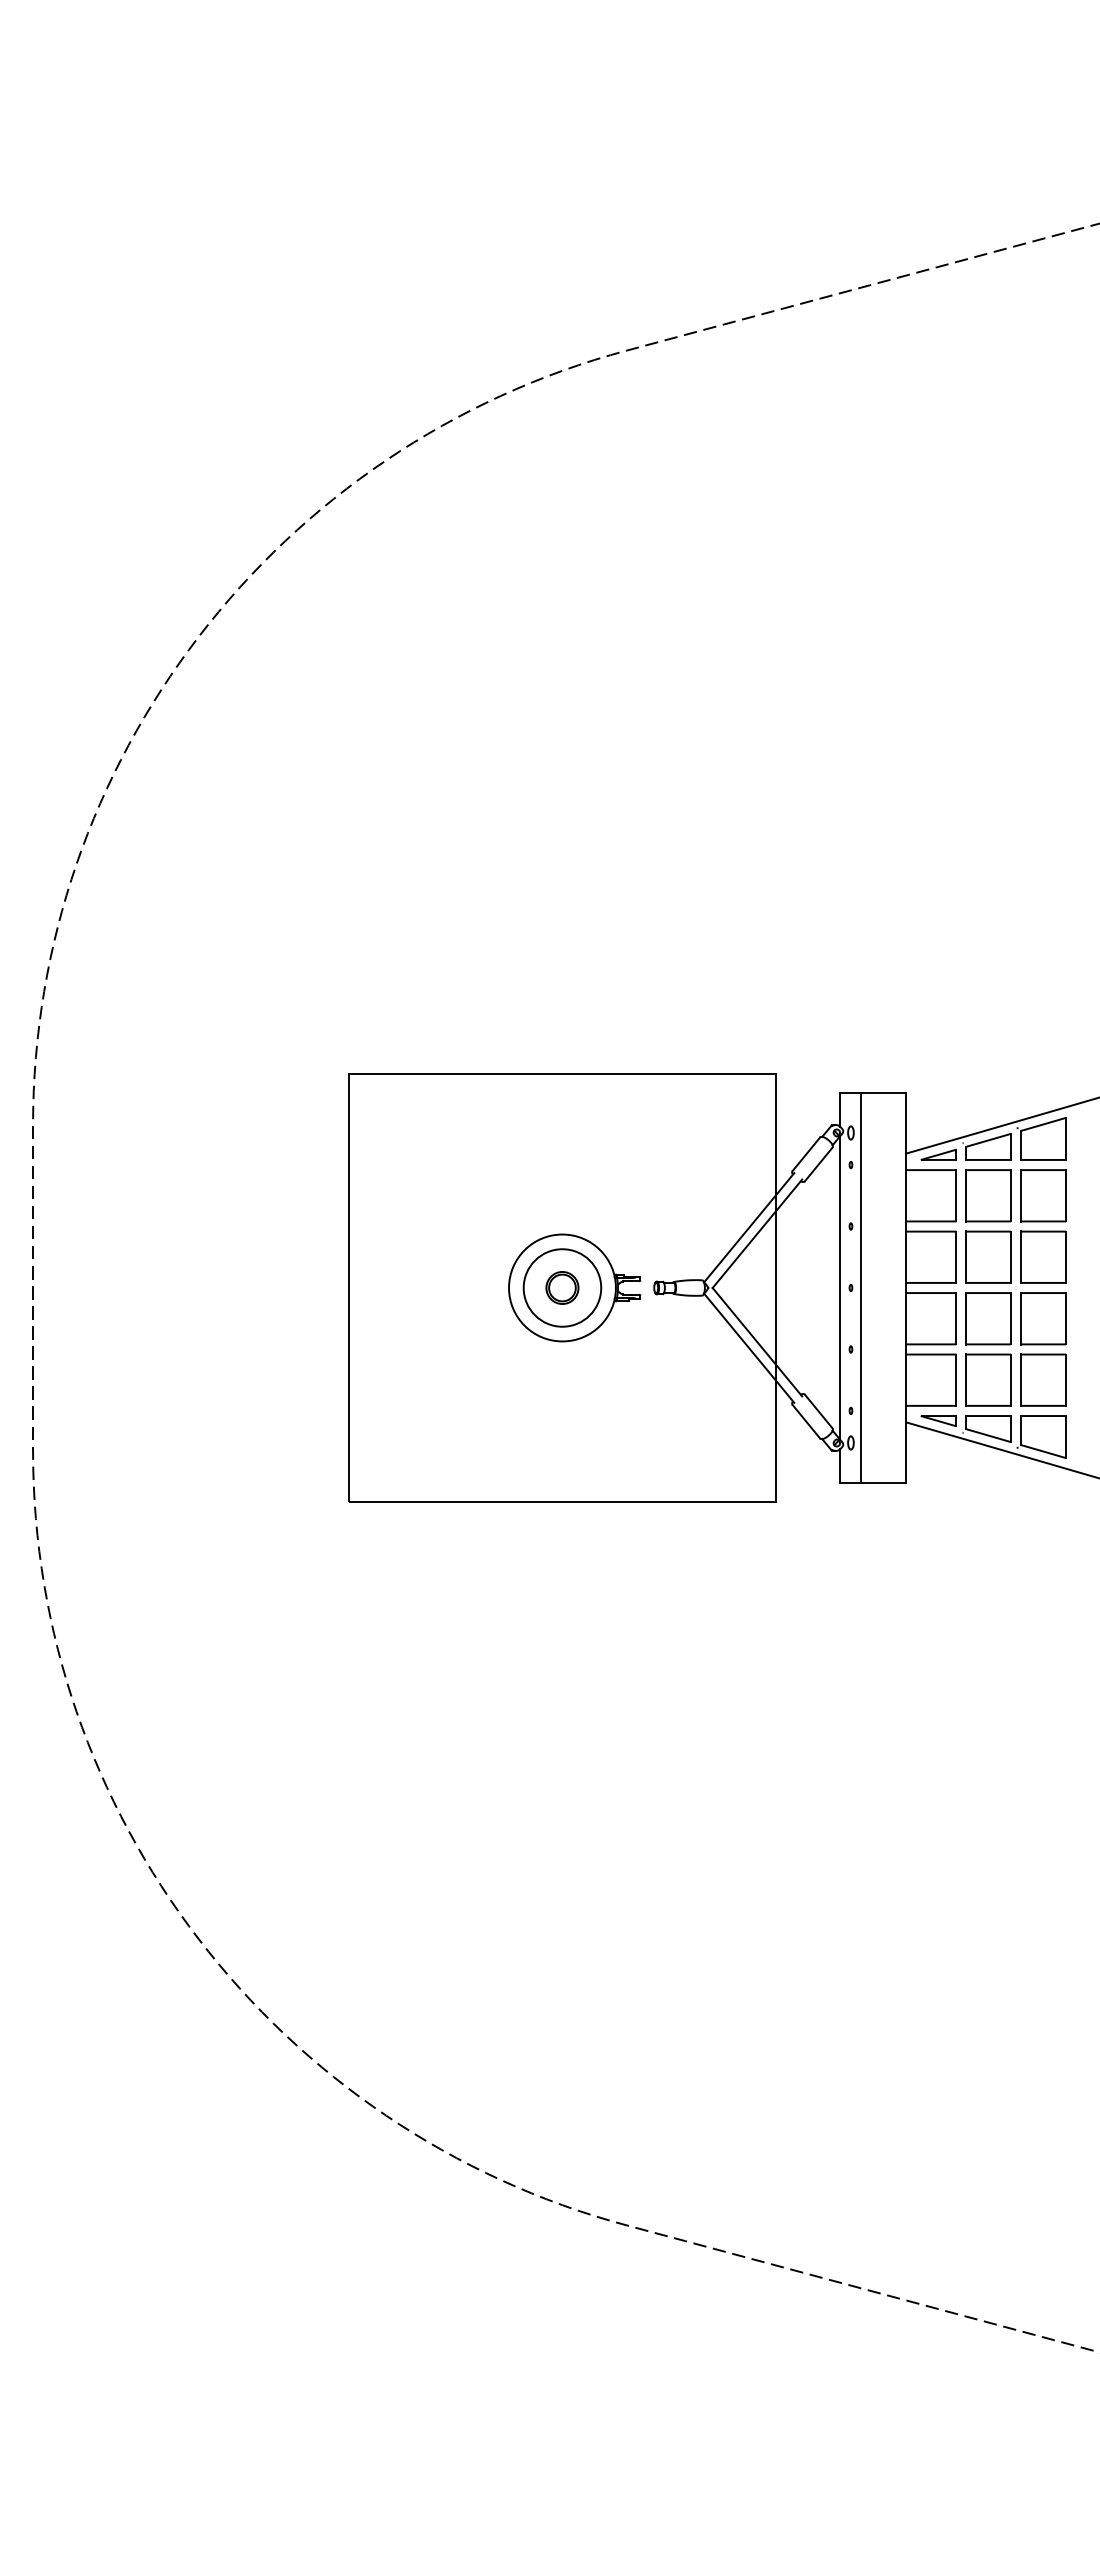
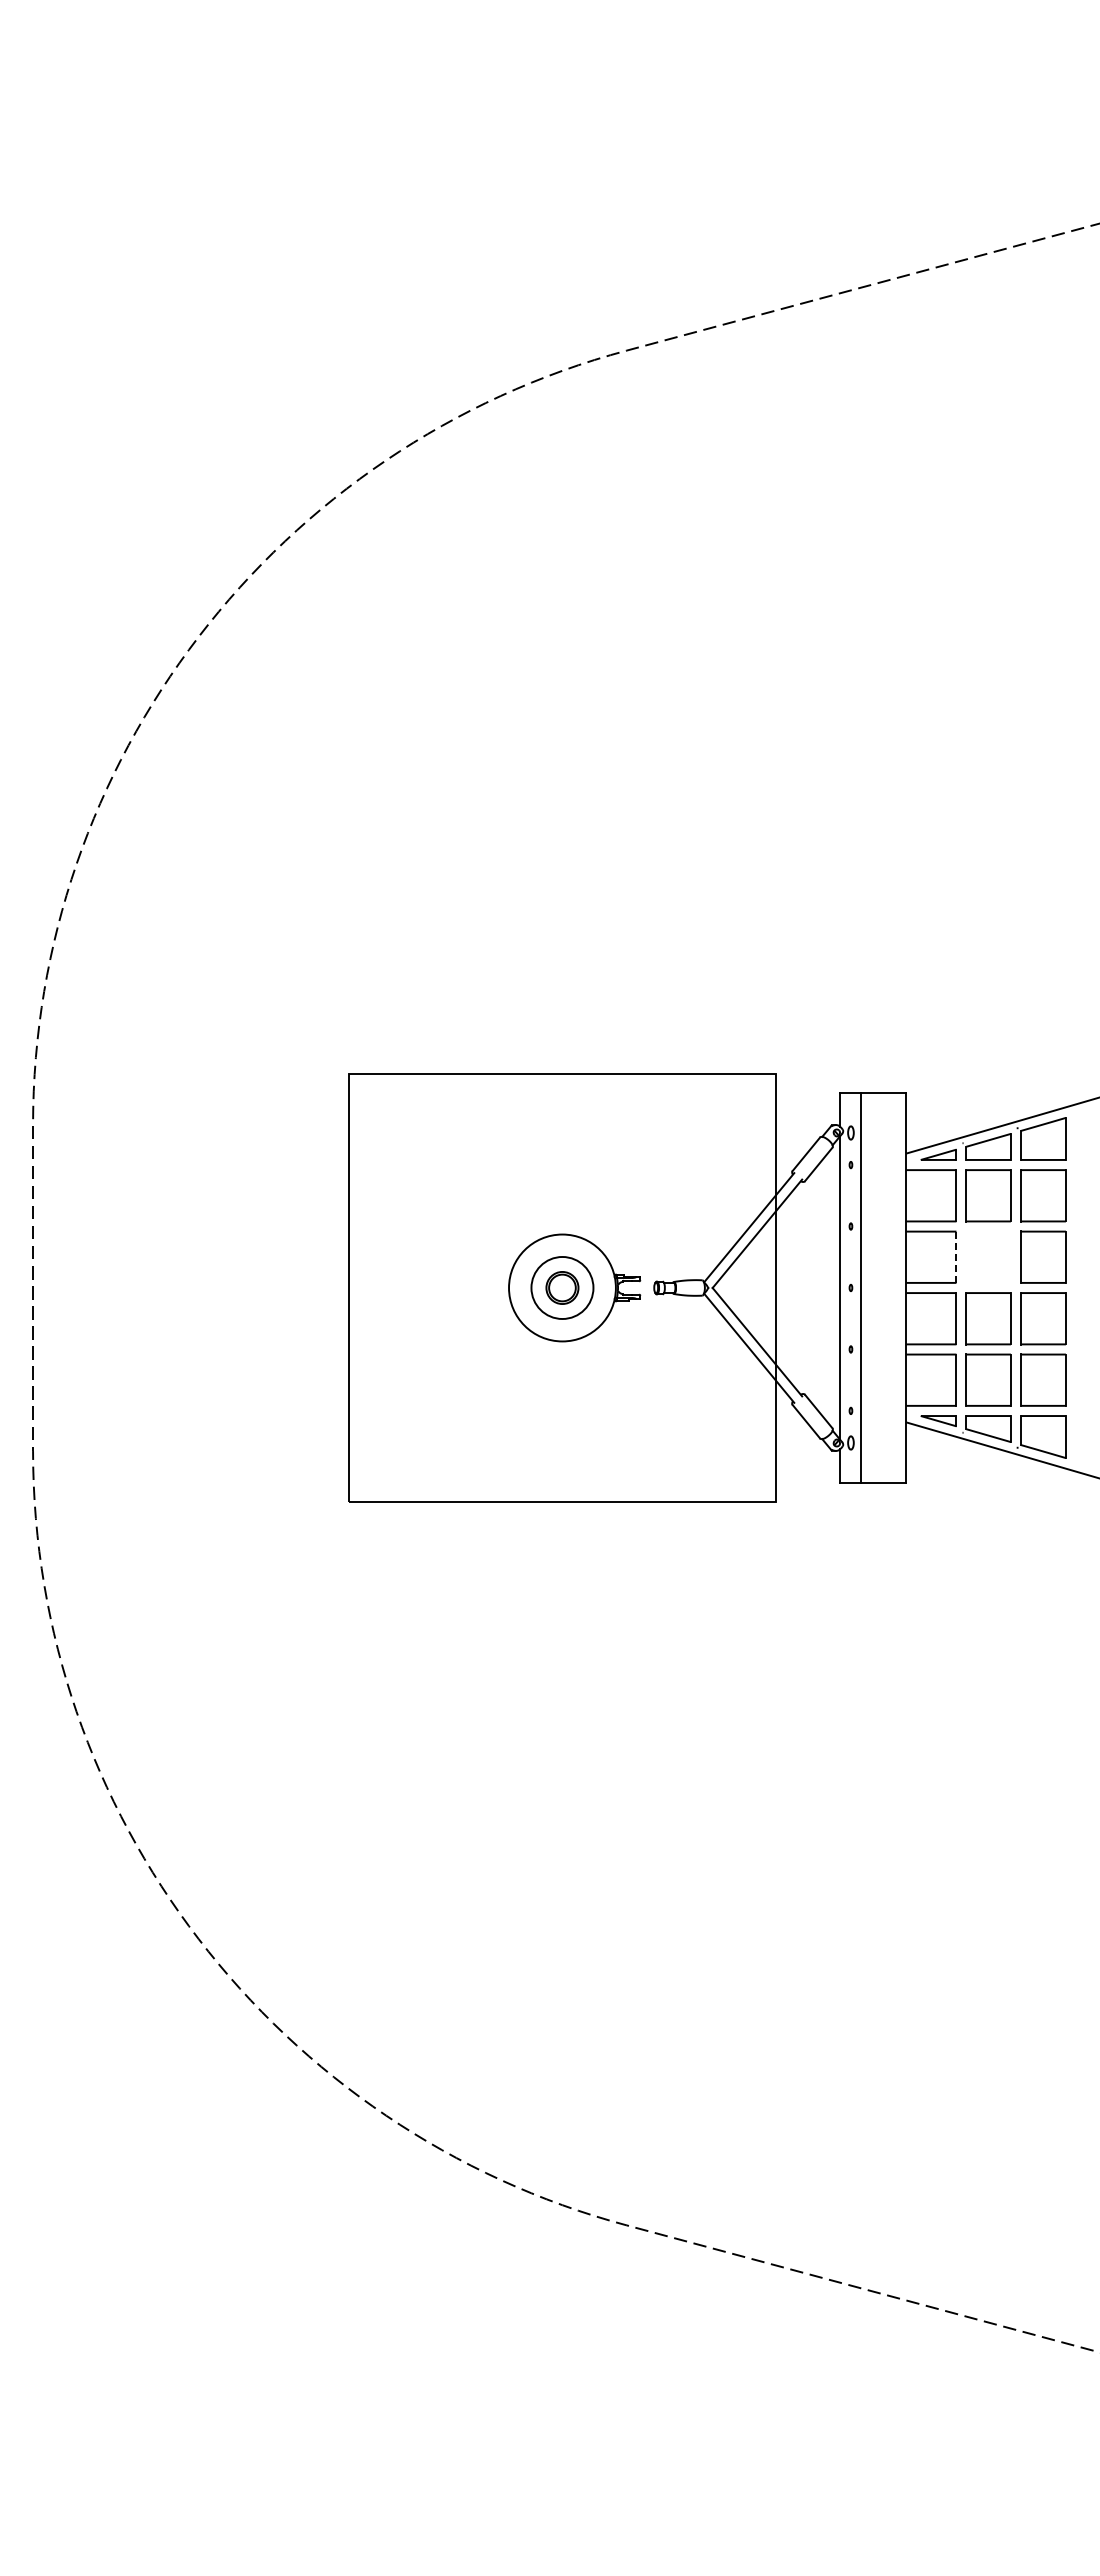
part at (988, 1256): present -> none
line at (956, 1257): solid -> dashed
circle at (562, 1287) diameter: 78 px -> 62 px
